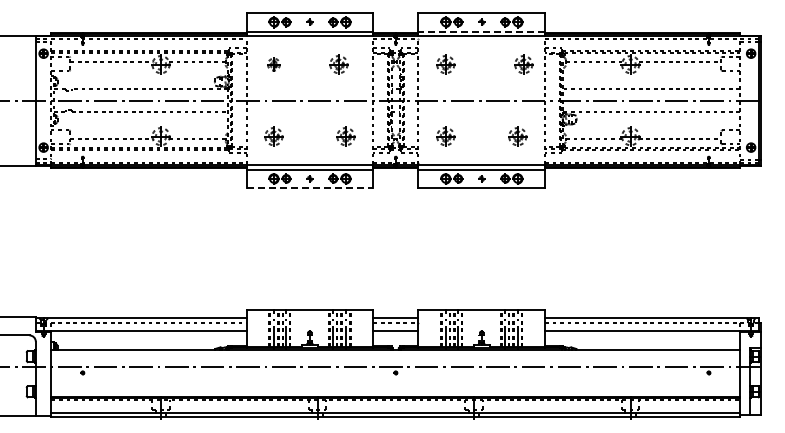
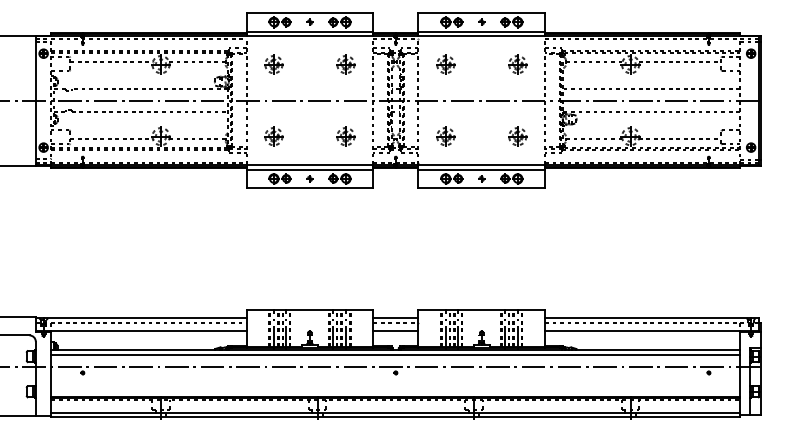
line at (481, 31): dashed -> solid
part at (273, 64) size: 14x15 px -> 20x21 px
part at (338, 64) position: (338, 64) -> (345, 64)
part at (523, 64) position: (523, 64) -> (517, 64)
line at (310, 188): dashed -> solid
line at (395, 354): none -> present
